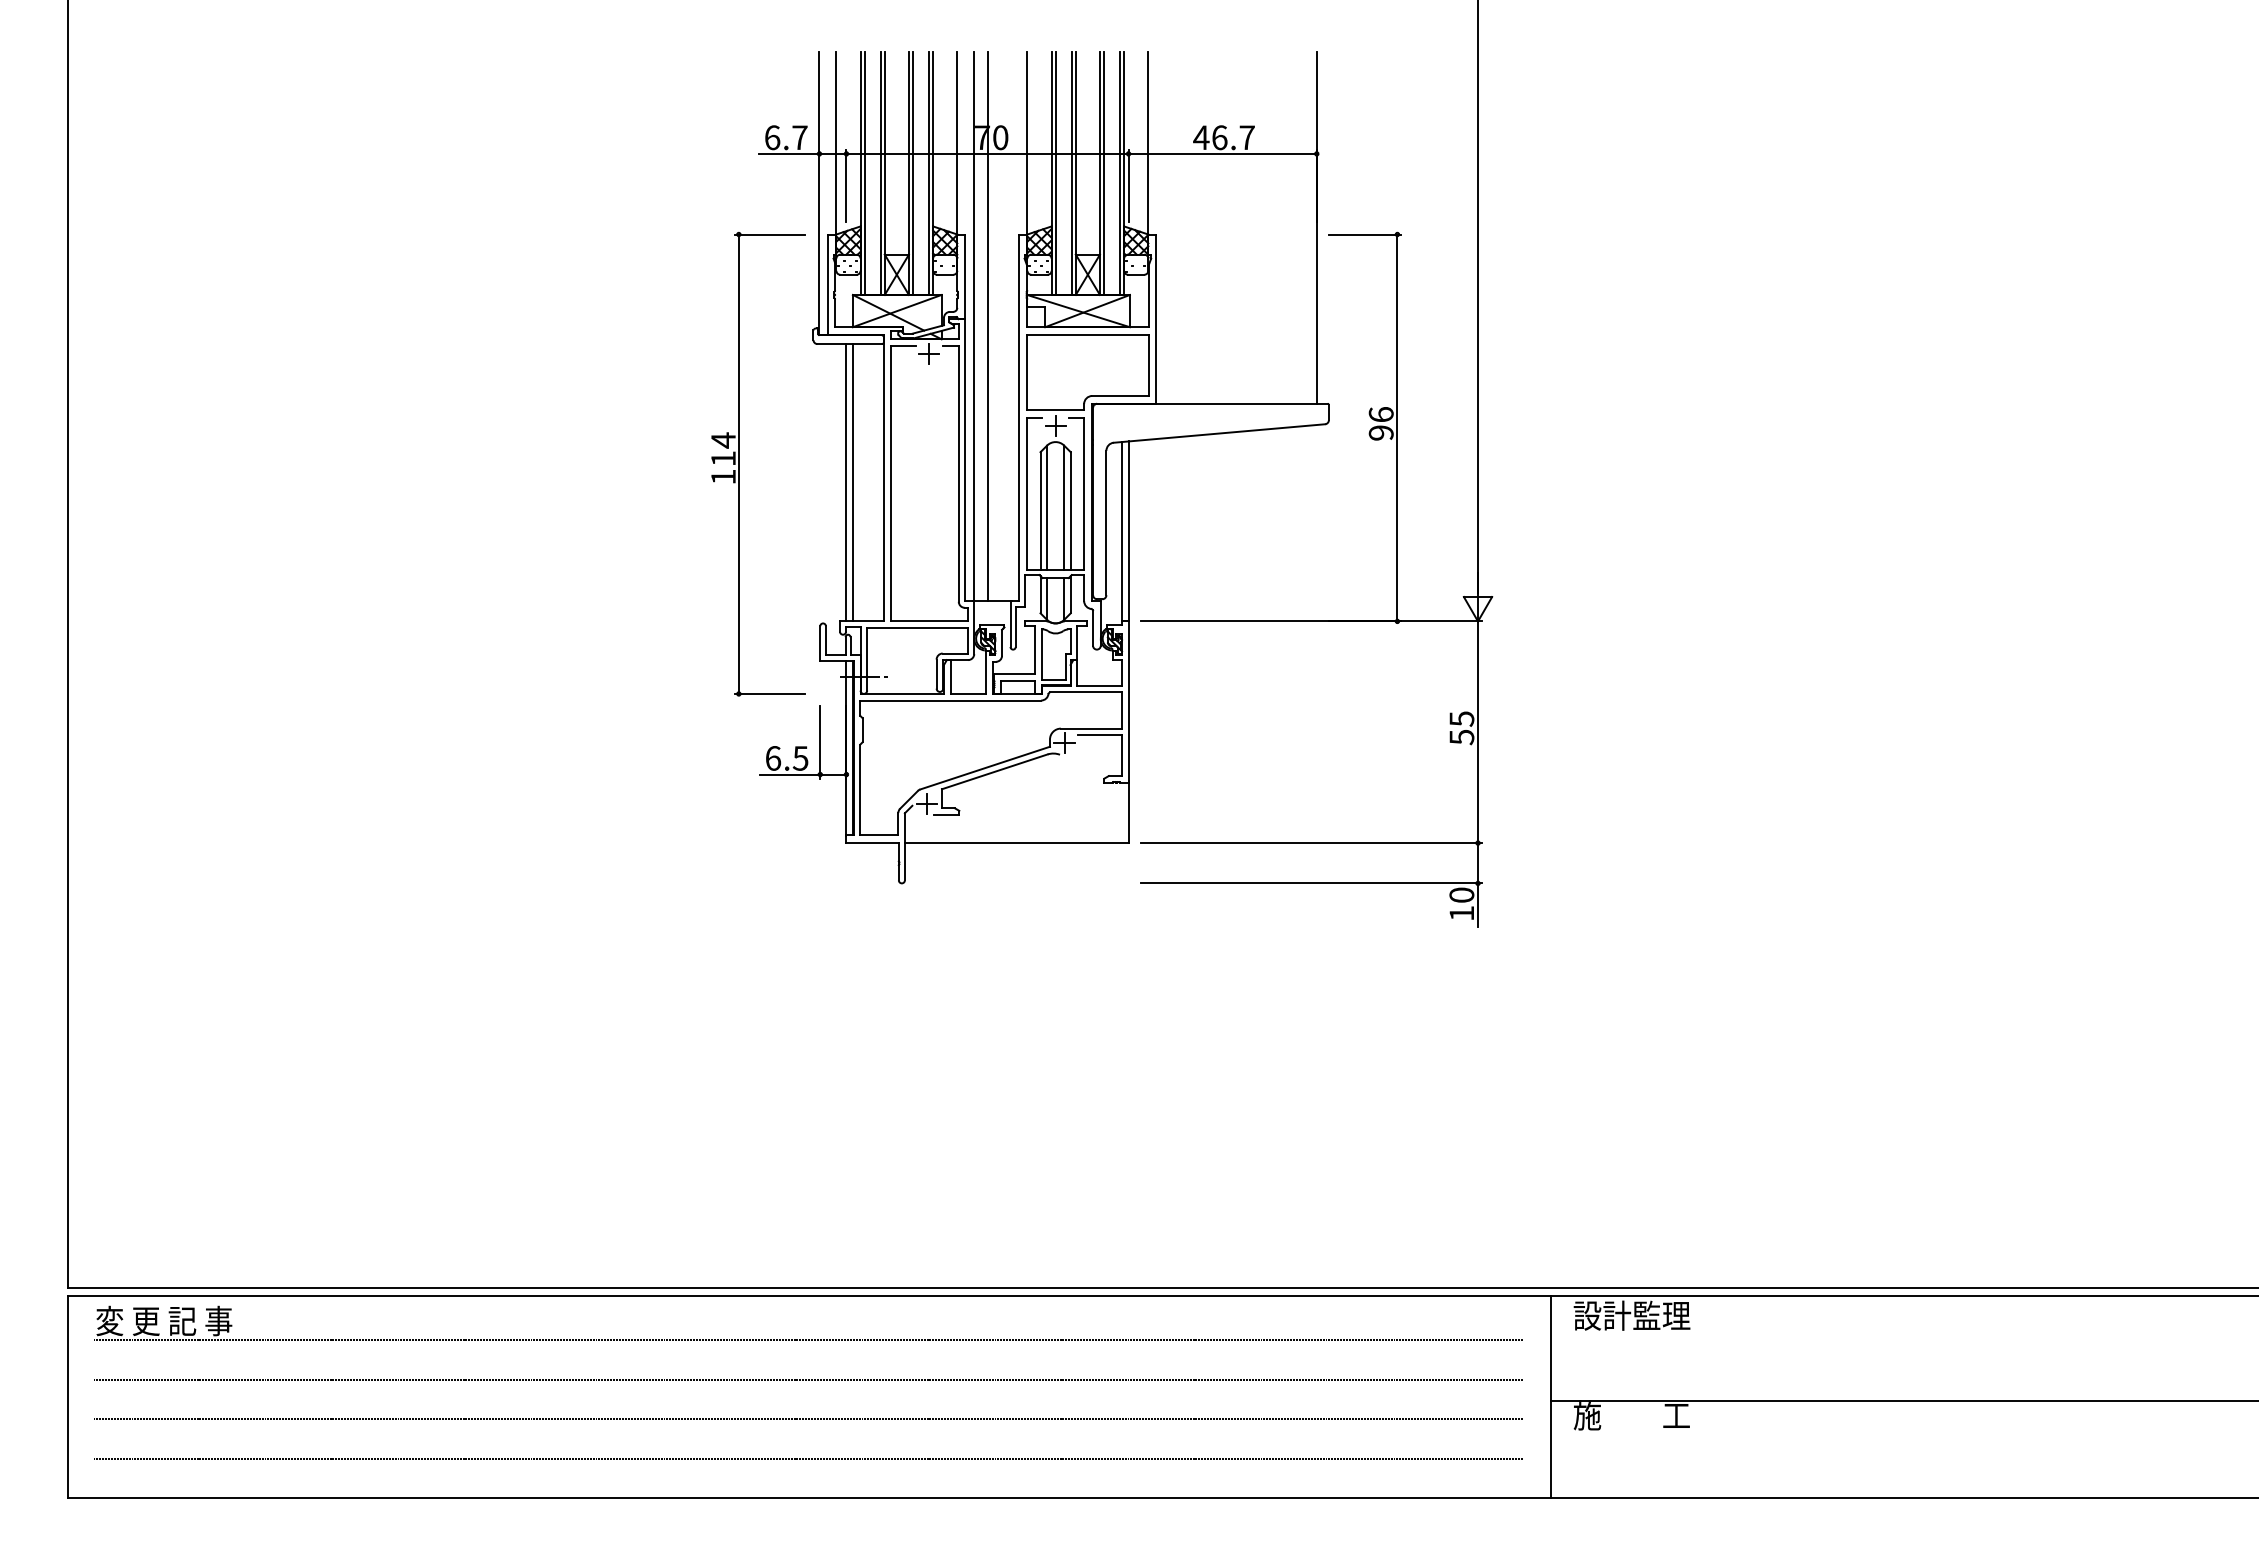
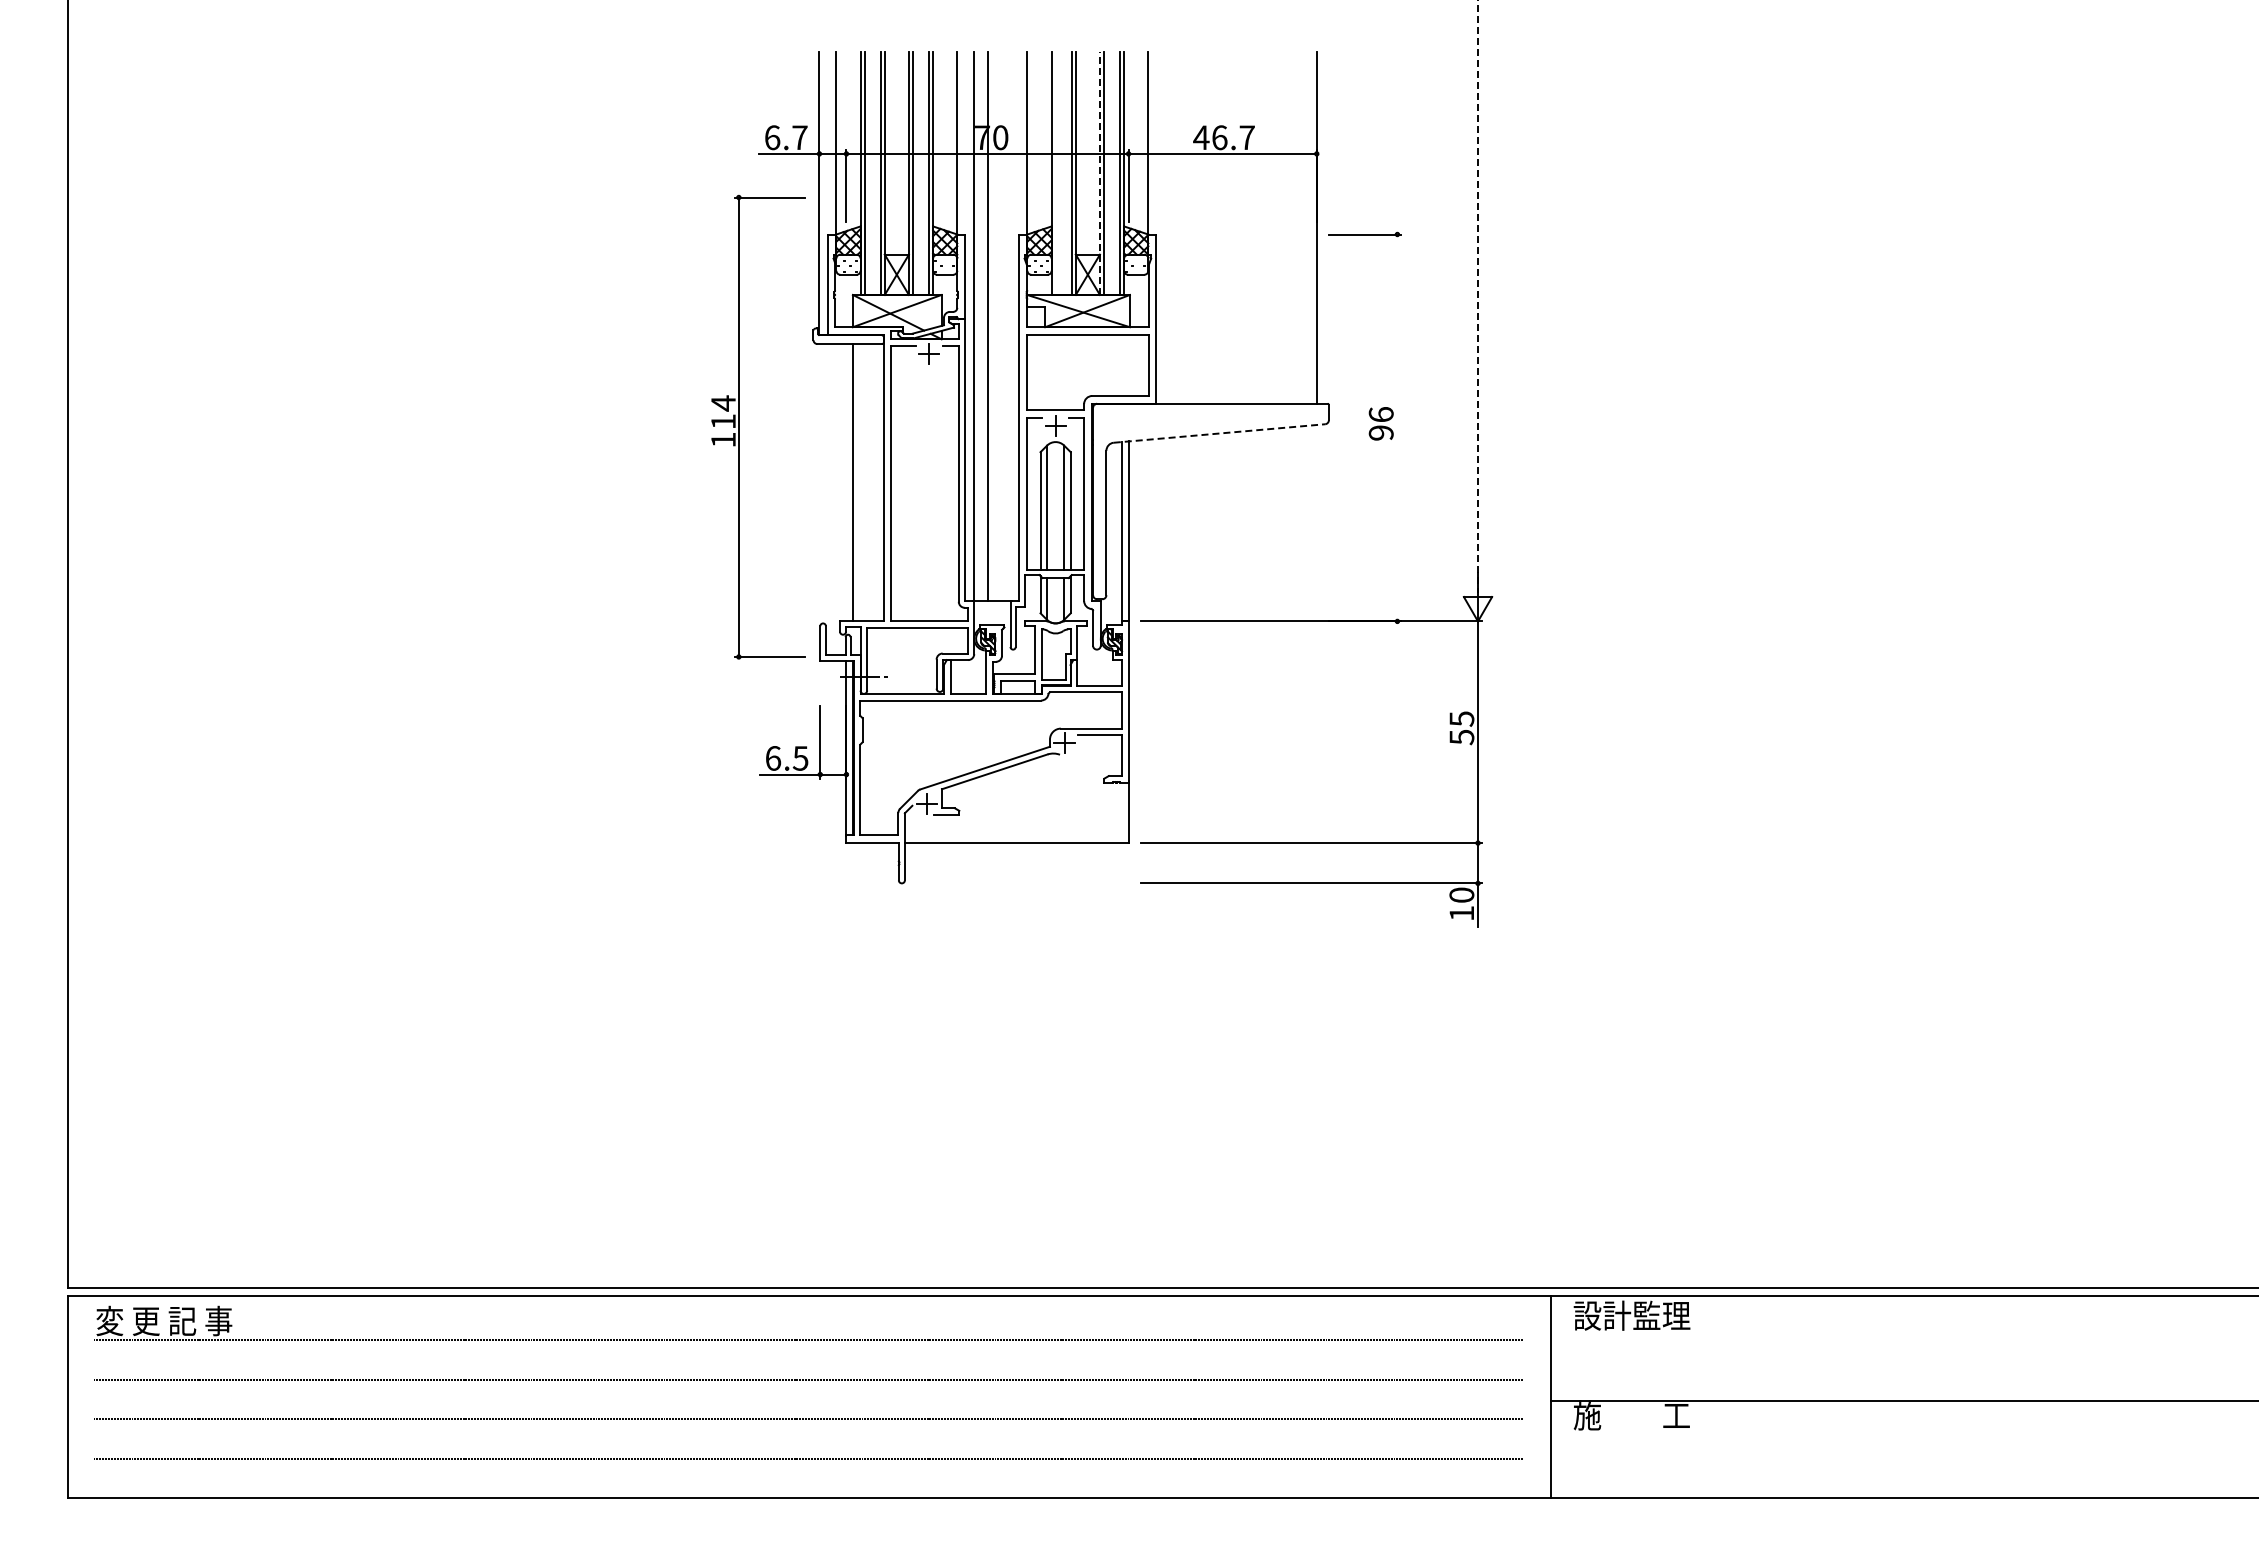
line at (1055, 173): present -> none
line at (1099, 173): solid -> dashed
line at (1478, 297): solid -> dashed
line at (1397, 427): present -> none
line at (1220, 433): solid -> dashed
part at (739, 463) position: (739, 463) -> (739, 426)
line at (846, 482): present -> none
